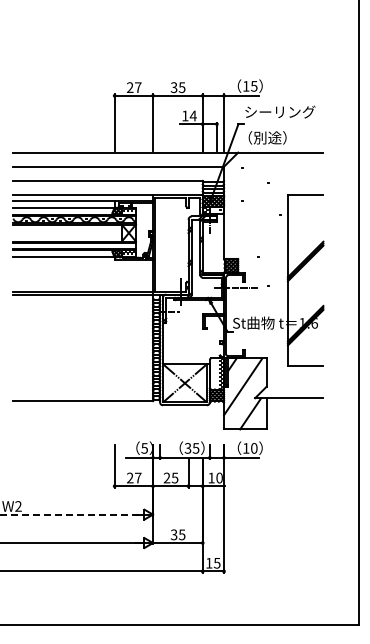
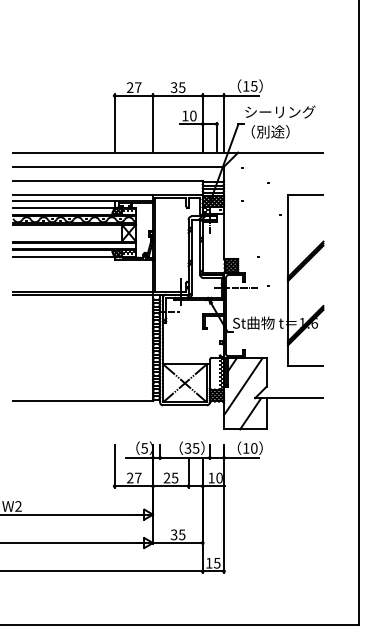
text at (192, 115): 14 -> 10
text at (267, 137) position: (267, 137) -> (270, 131)
line at (72, 514): dashed -> solid
